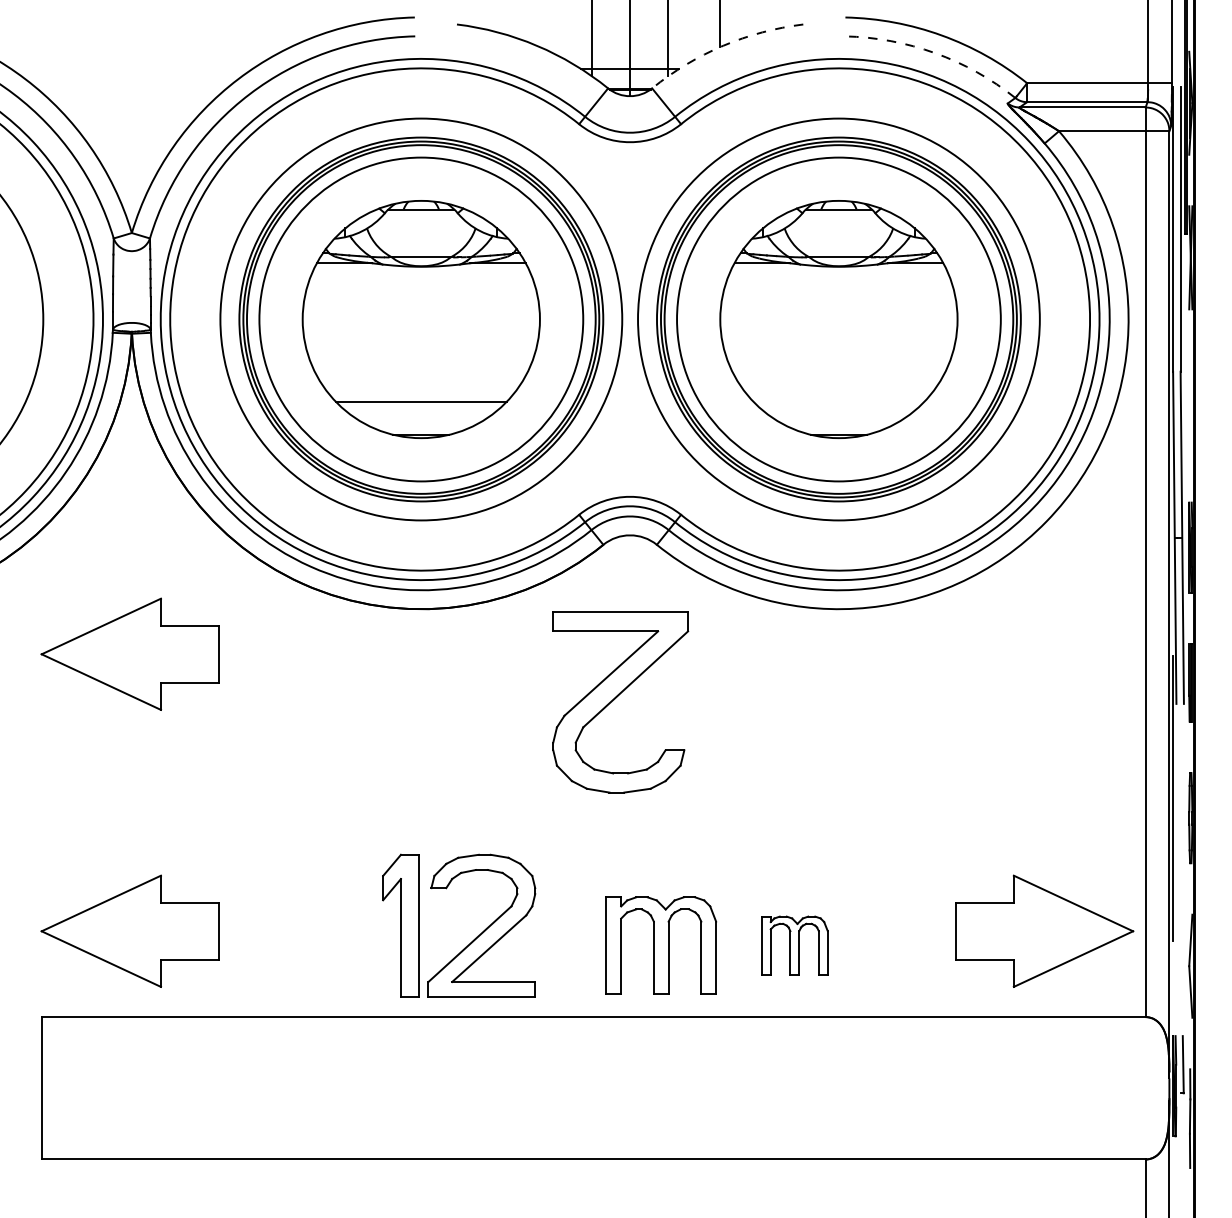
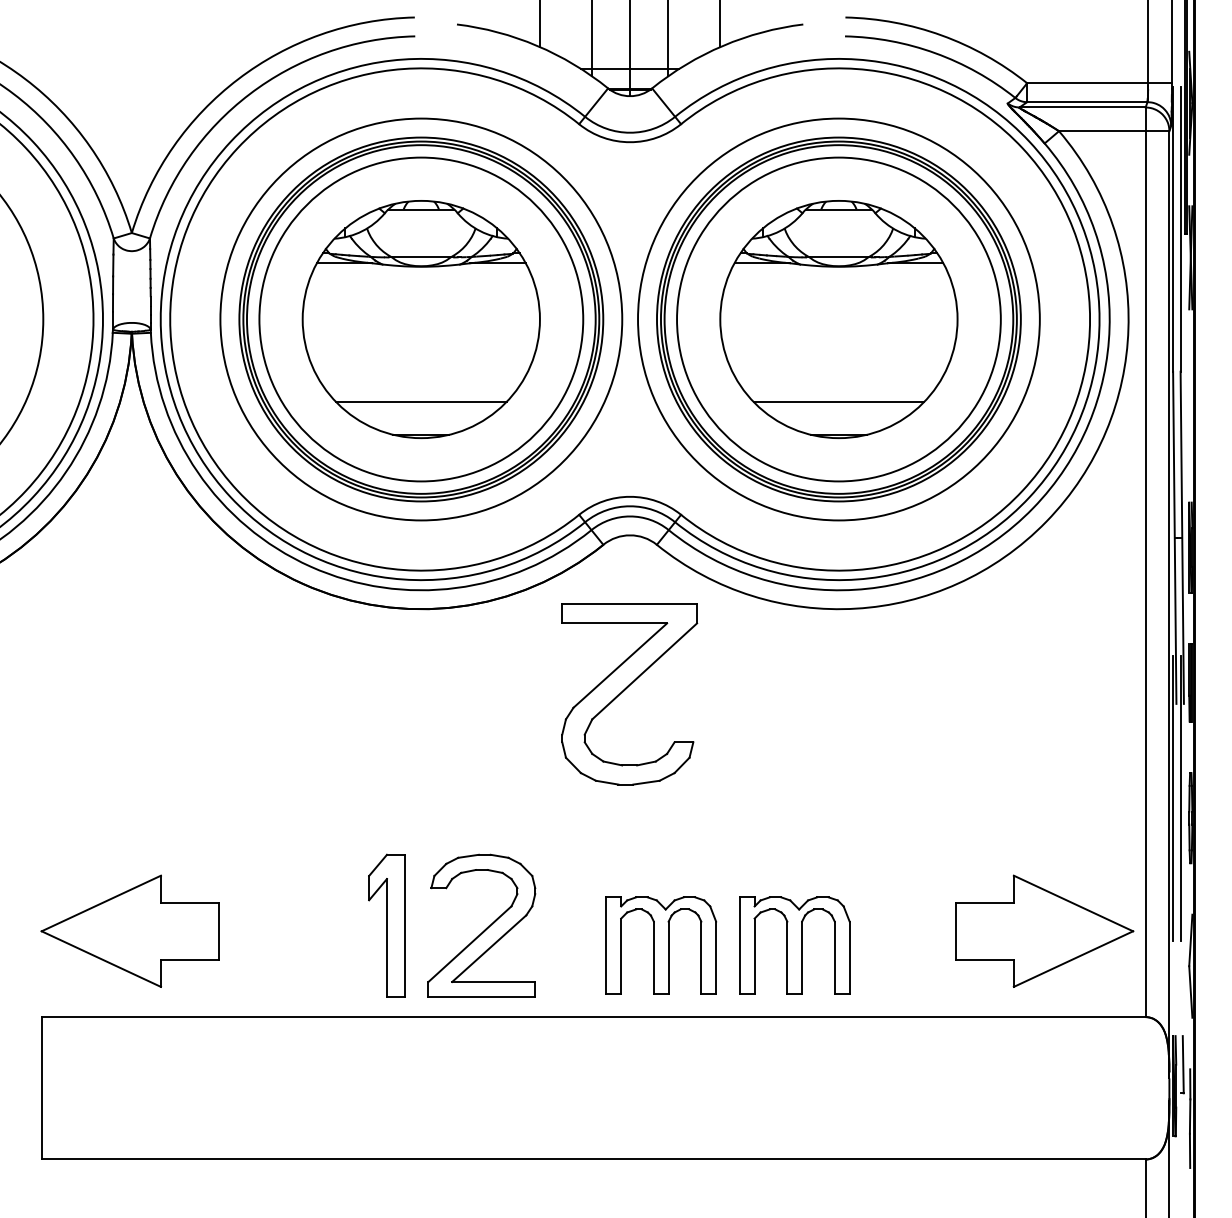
line at (539, 24): none -> present
arc at (723, 45): dashed -> solid
arc at (935, 53): dashed -> solid
line at (838, 401): none -> present
part at (129, 653): present -> none
part at (620, 702) position: (620, 702) -> (629, 694)
line at (1180, 798): none -> present
part at (400, 925) position: (400, 925) -> (386, 925)
part at (794, 945) size: 68x61 px -> 112x99 px
